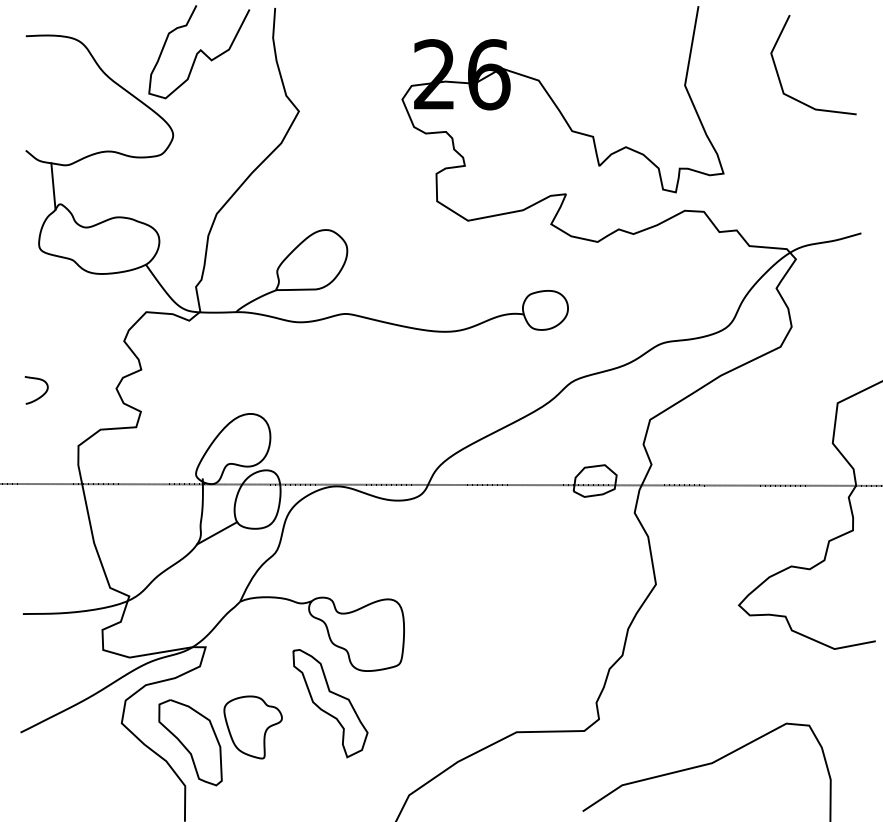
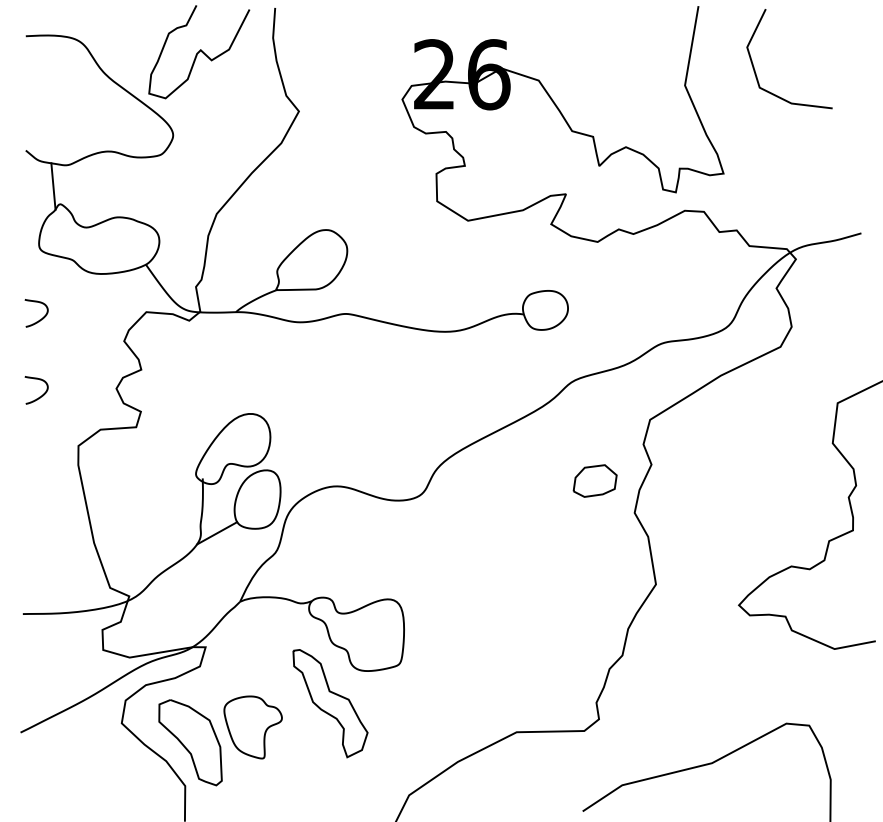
line at (778, 72) position: (778, 72) -> (754, 66)
curve at (39, 319): none -> present
line at (440, 484): present -> none
